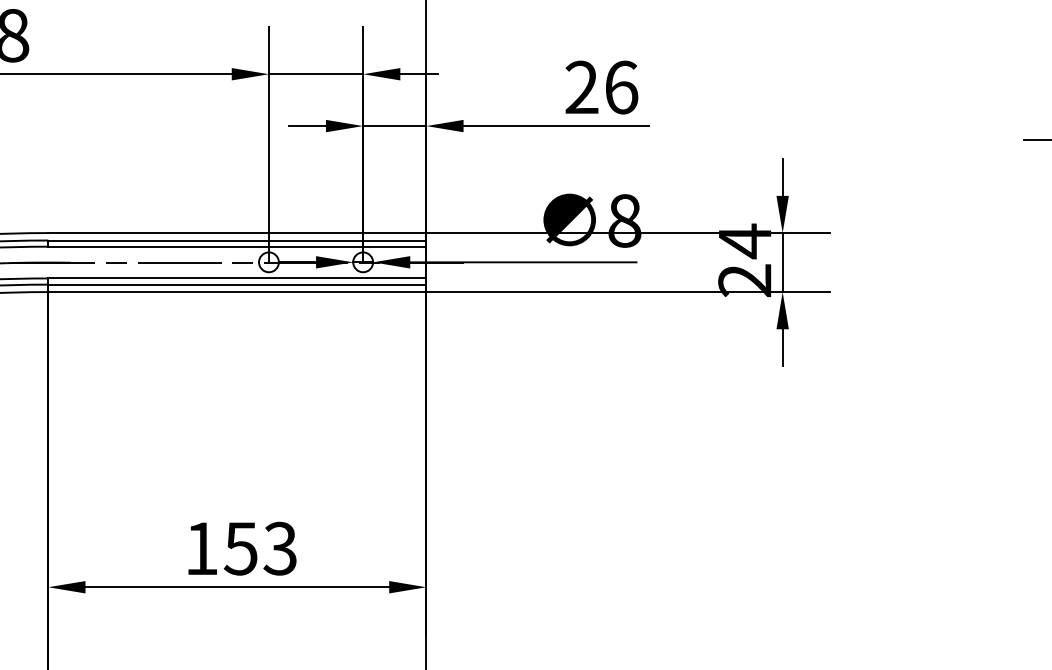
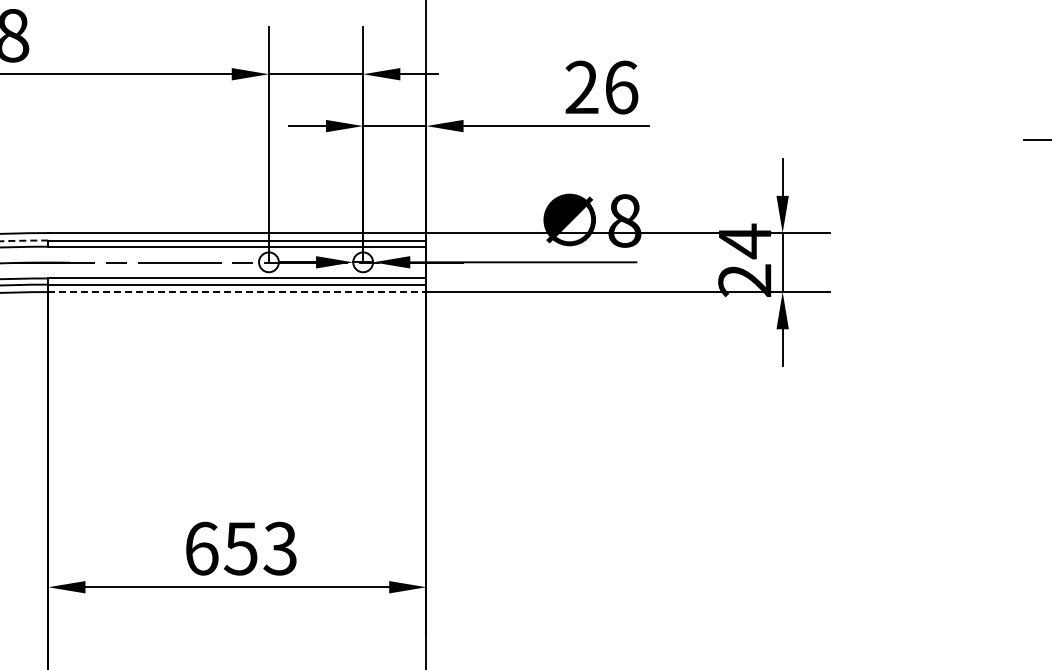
arc at (23, 240): solid -> dashed
line at (237, 292): solid -> dashed
text at (202, 548): 153 -> 653
